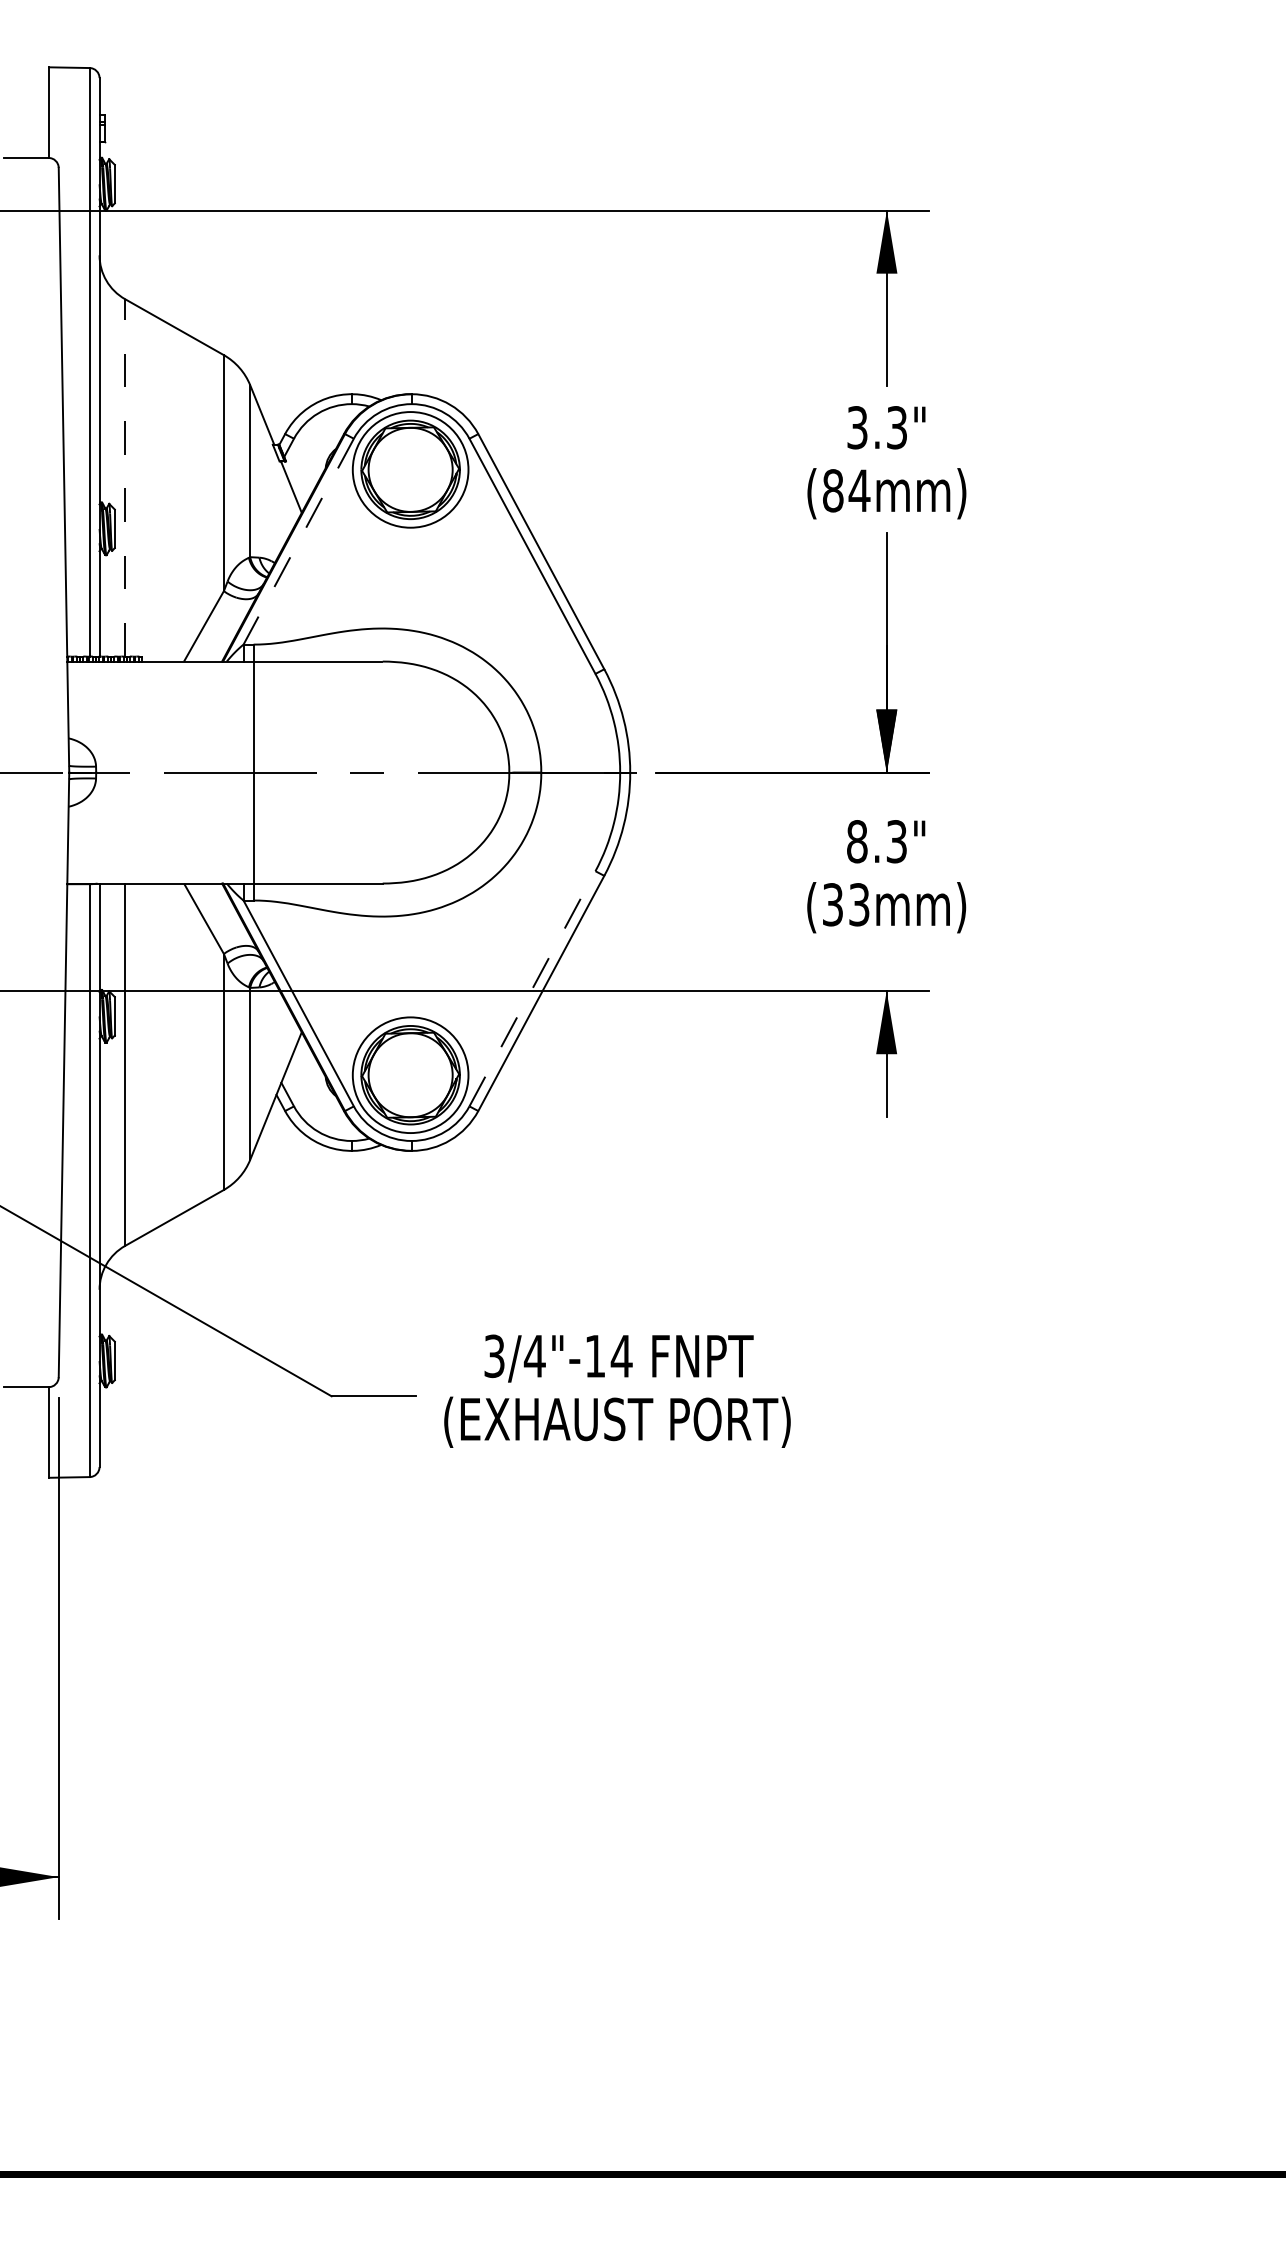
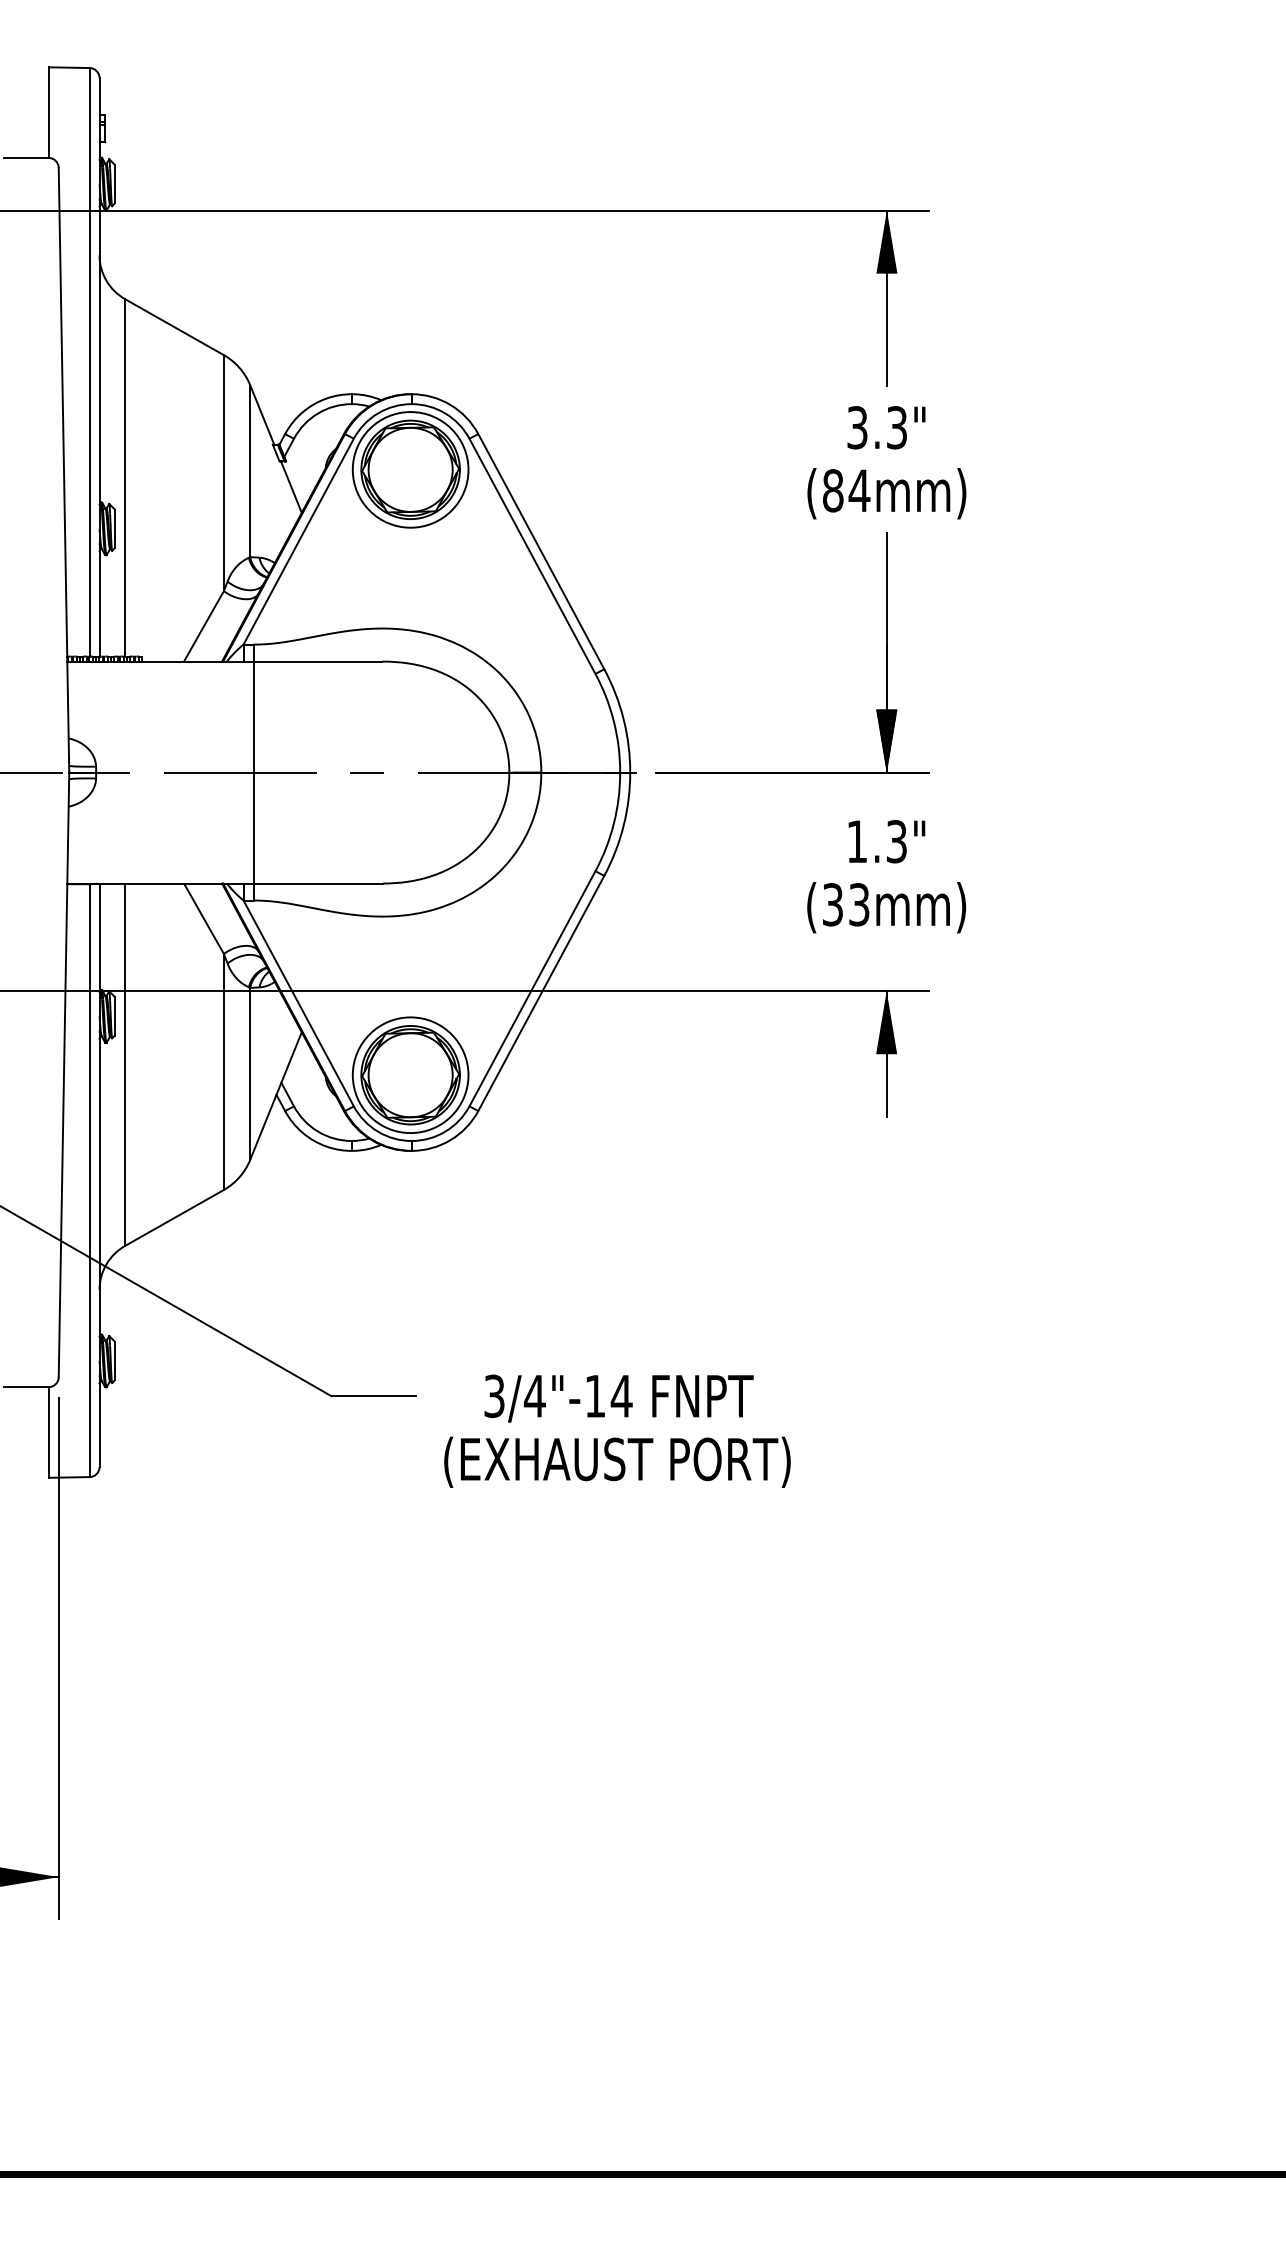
line at (125, 477): dashed -> solid
line at (298, 541): dashed -> solid
text at (857, 841): 8.3" -> 1.3"
line at (532, 988): dashed -> solid
text at (617, 1390) position: (617, 1390) -> (617, 1430)
